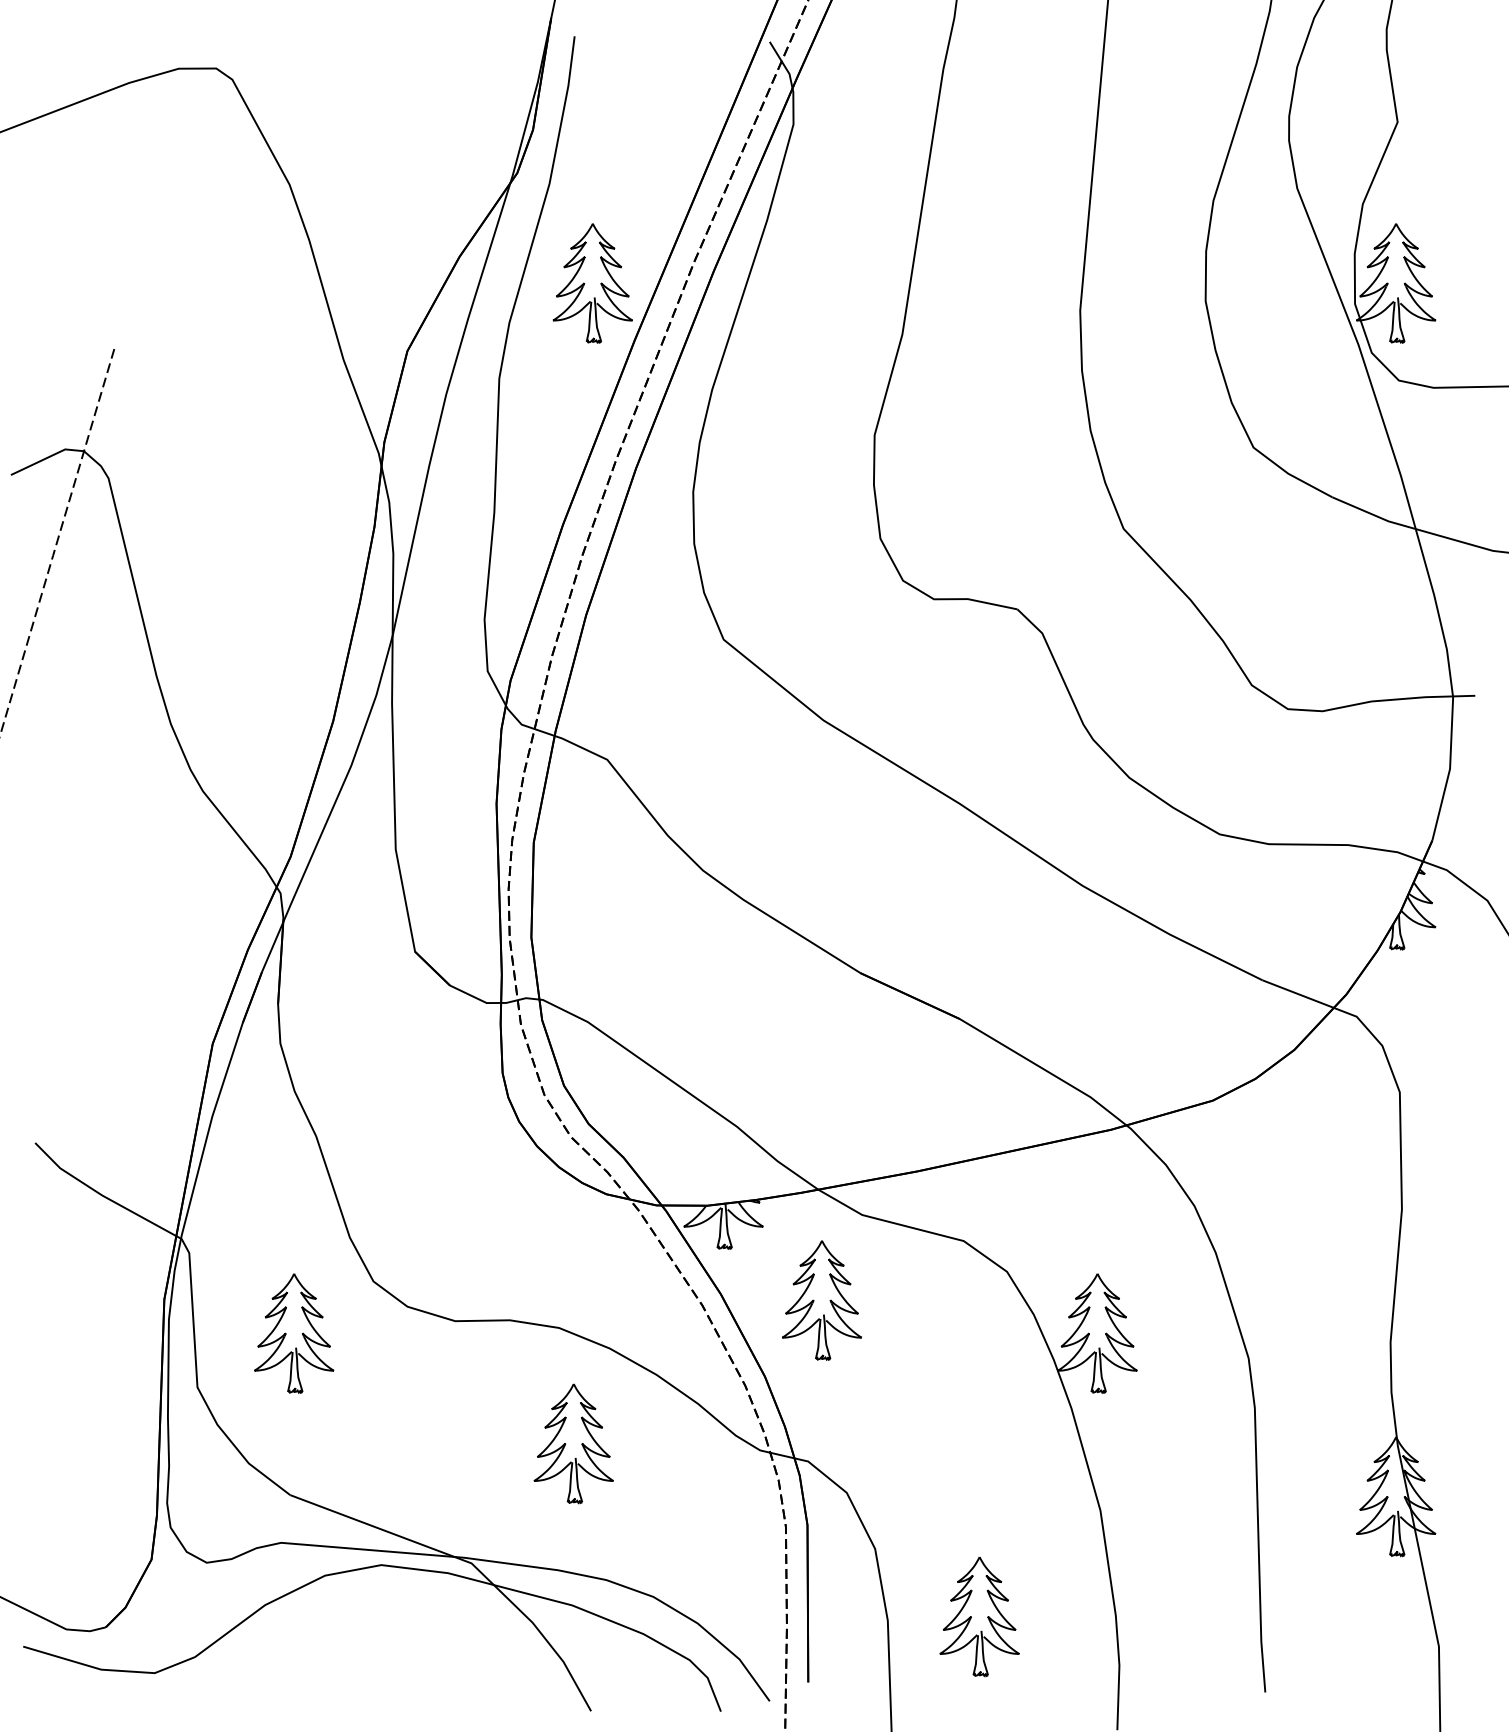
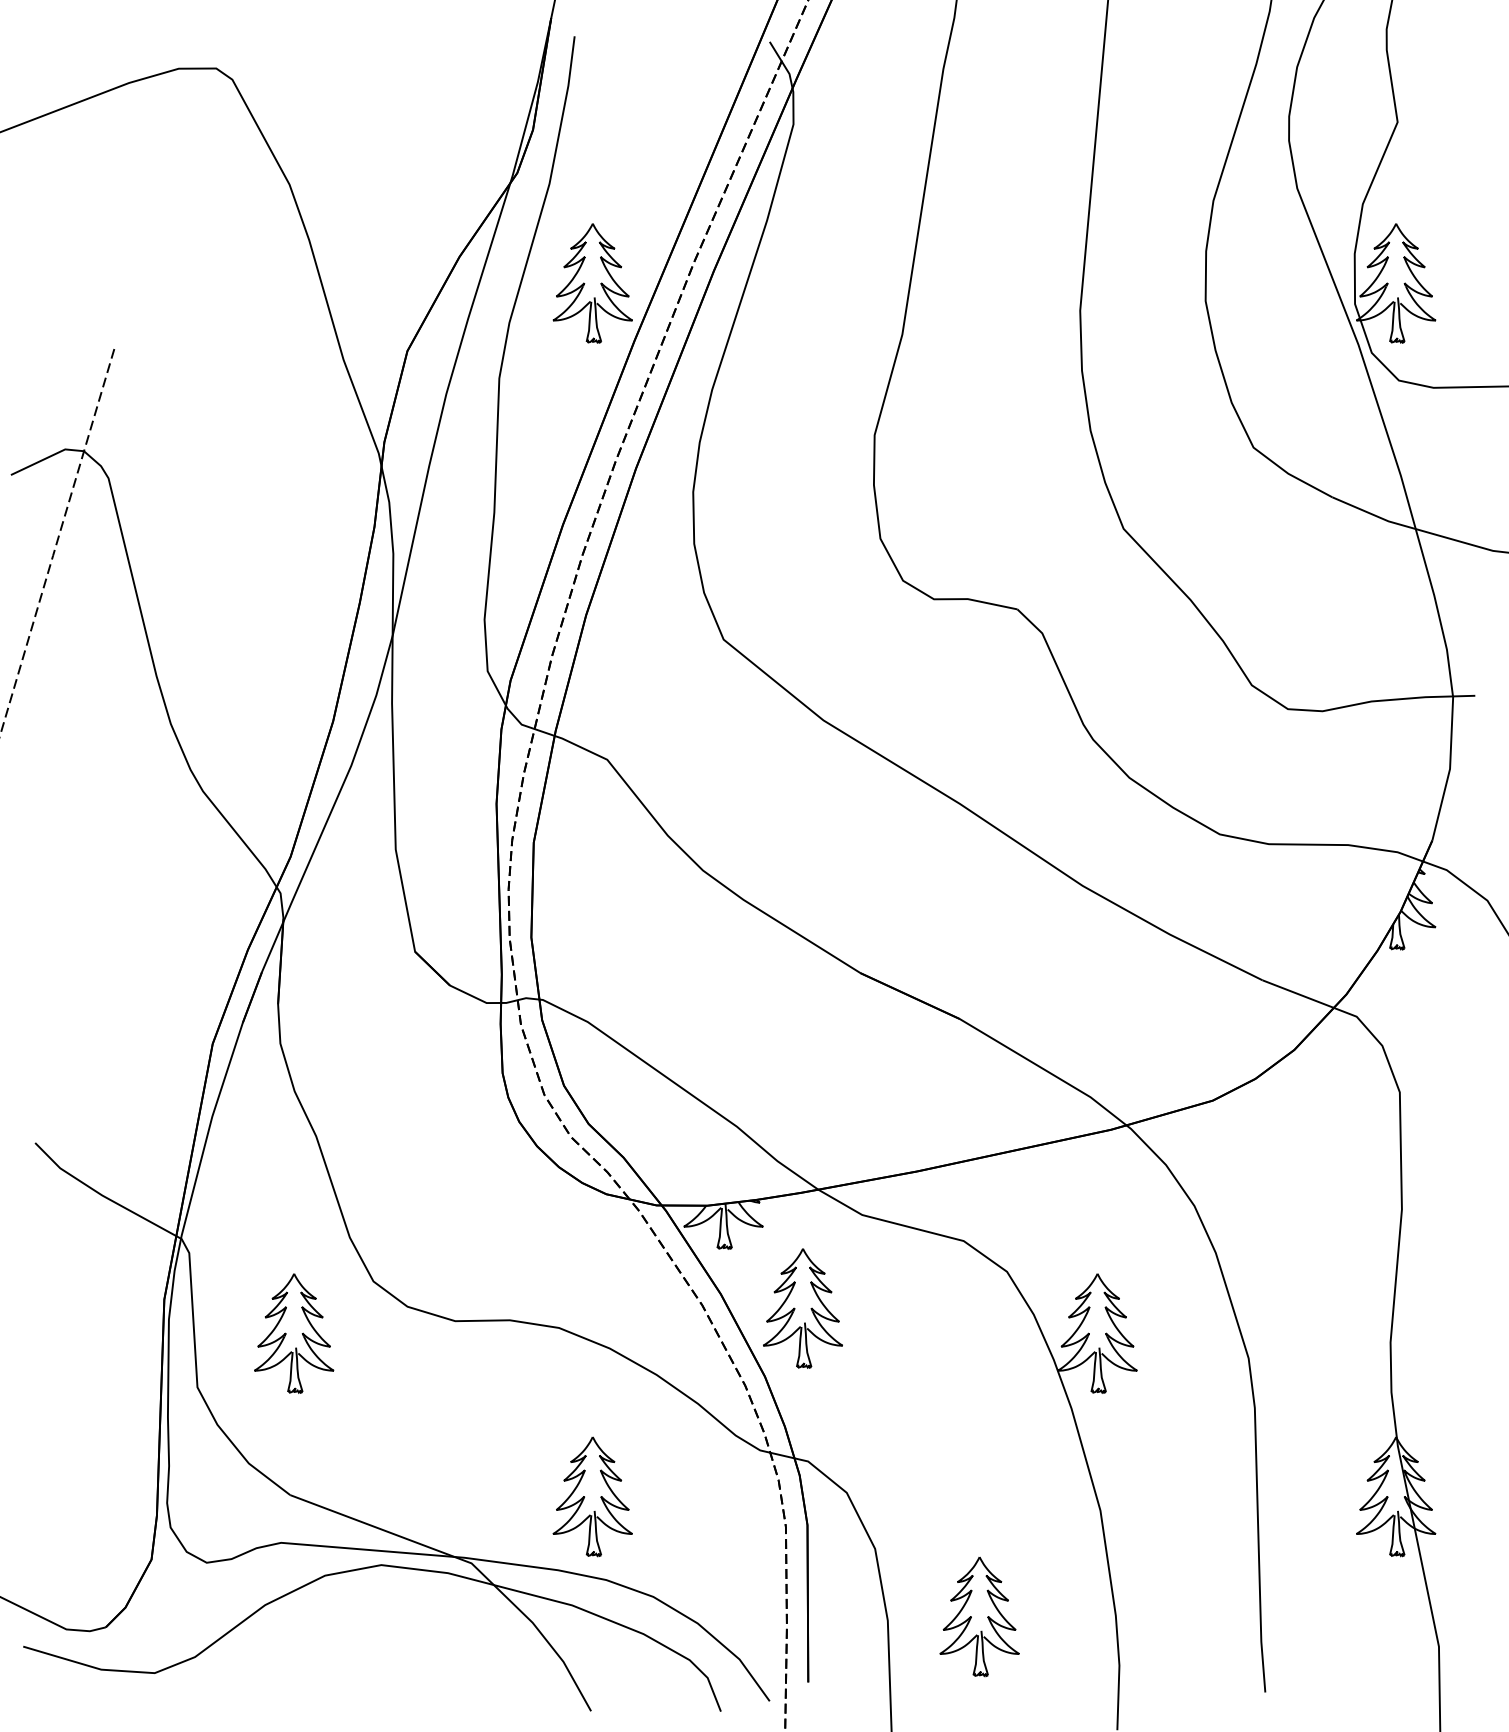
part at (821, 1300) position: (821, 1300) -> (802, 1308)
part at (573, 1443) position: (573, 1443) -> (592, 1496)
